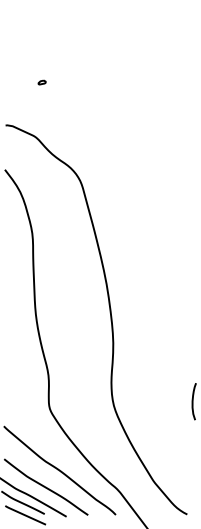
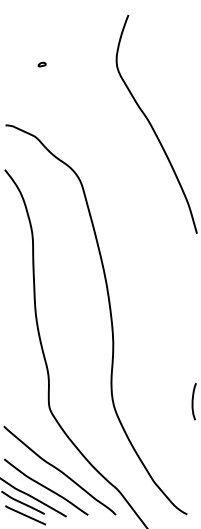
part at (41, 82) position: (41, 82) -> (41, 64)
curve at (152, 125): none -> present
